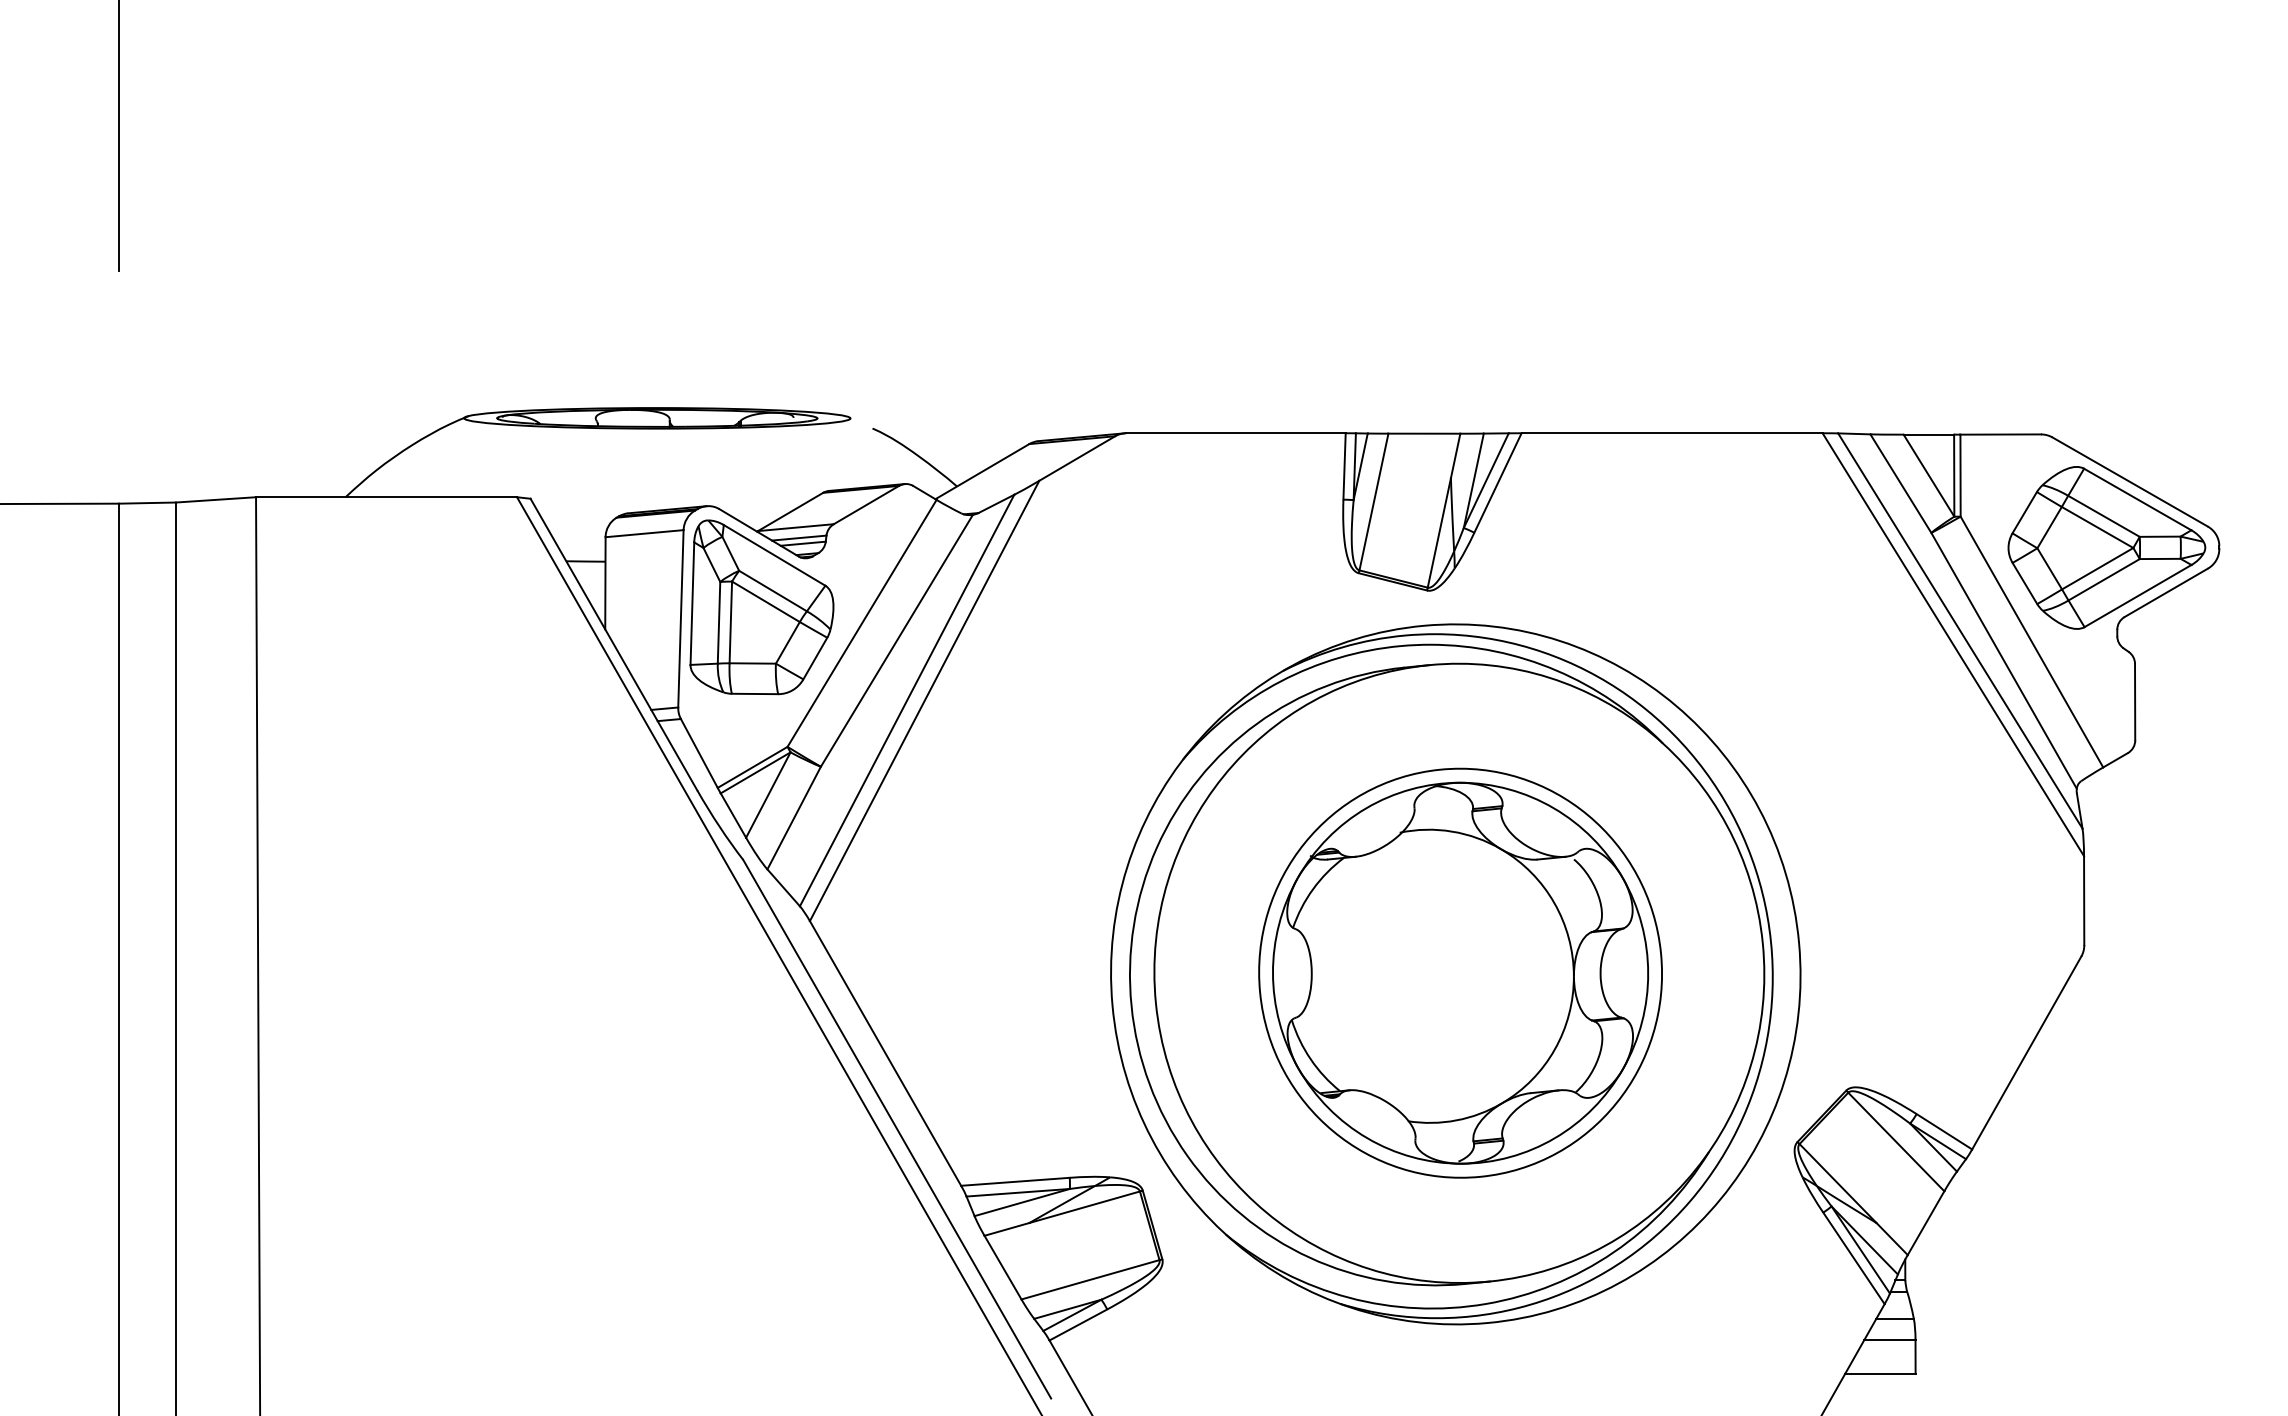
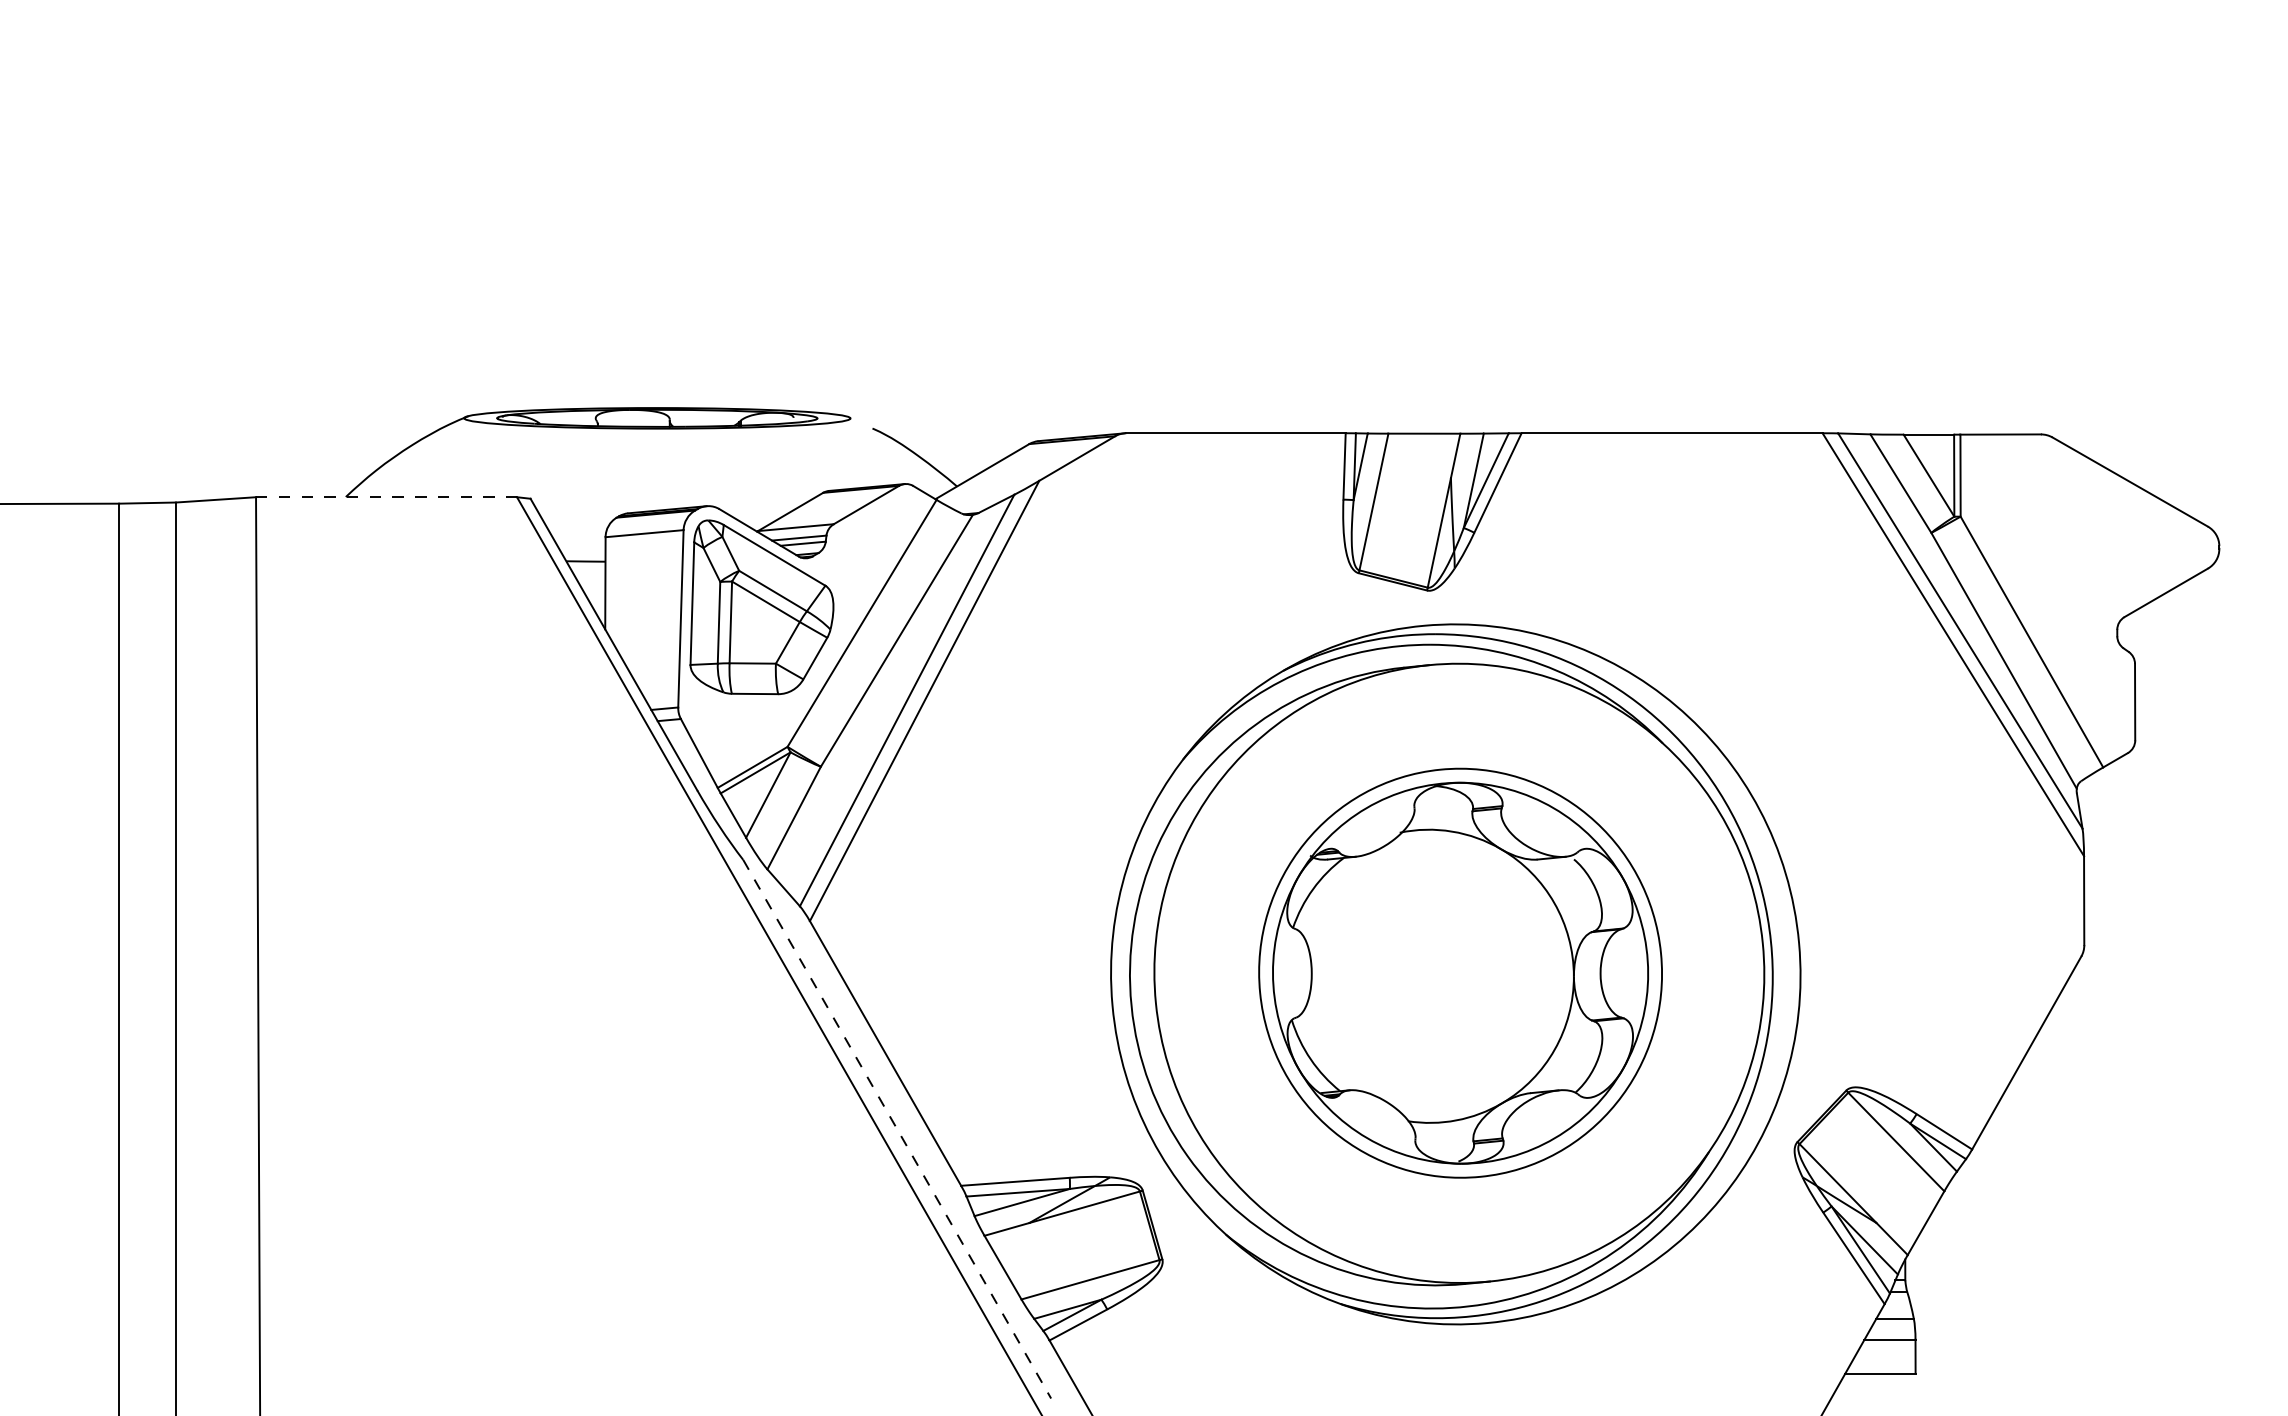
line at (119, 136): present -> none
line at (386, 497): solid -> dashed
part at (2106, 547): present -> none
line at (897, 1129): solid -> dashed
